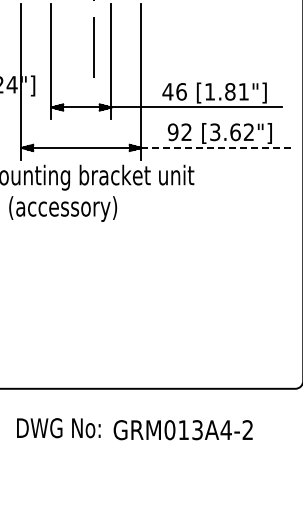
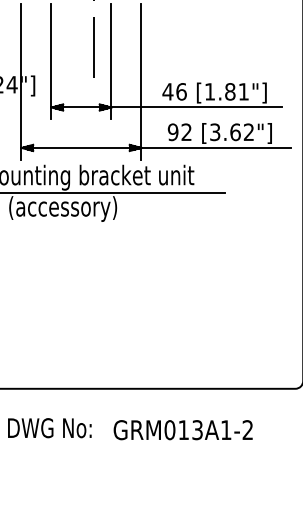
line at (215, 147): dashed -> solid
line at (113, 193): none -> present
text at (58, 428) position: (58, 428) -> (49, 428)
text at (225, 429): GRM013A4-2 -> GRM013A1-2
